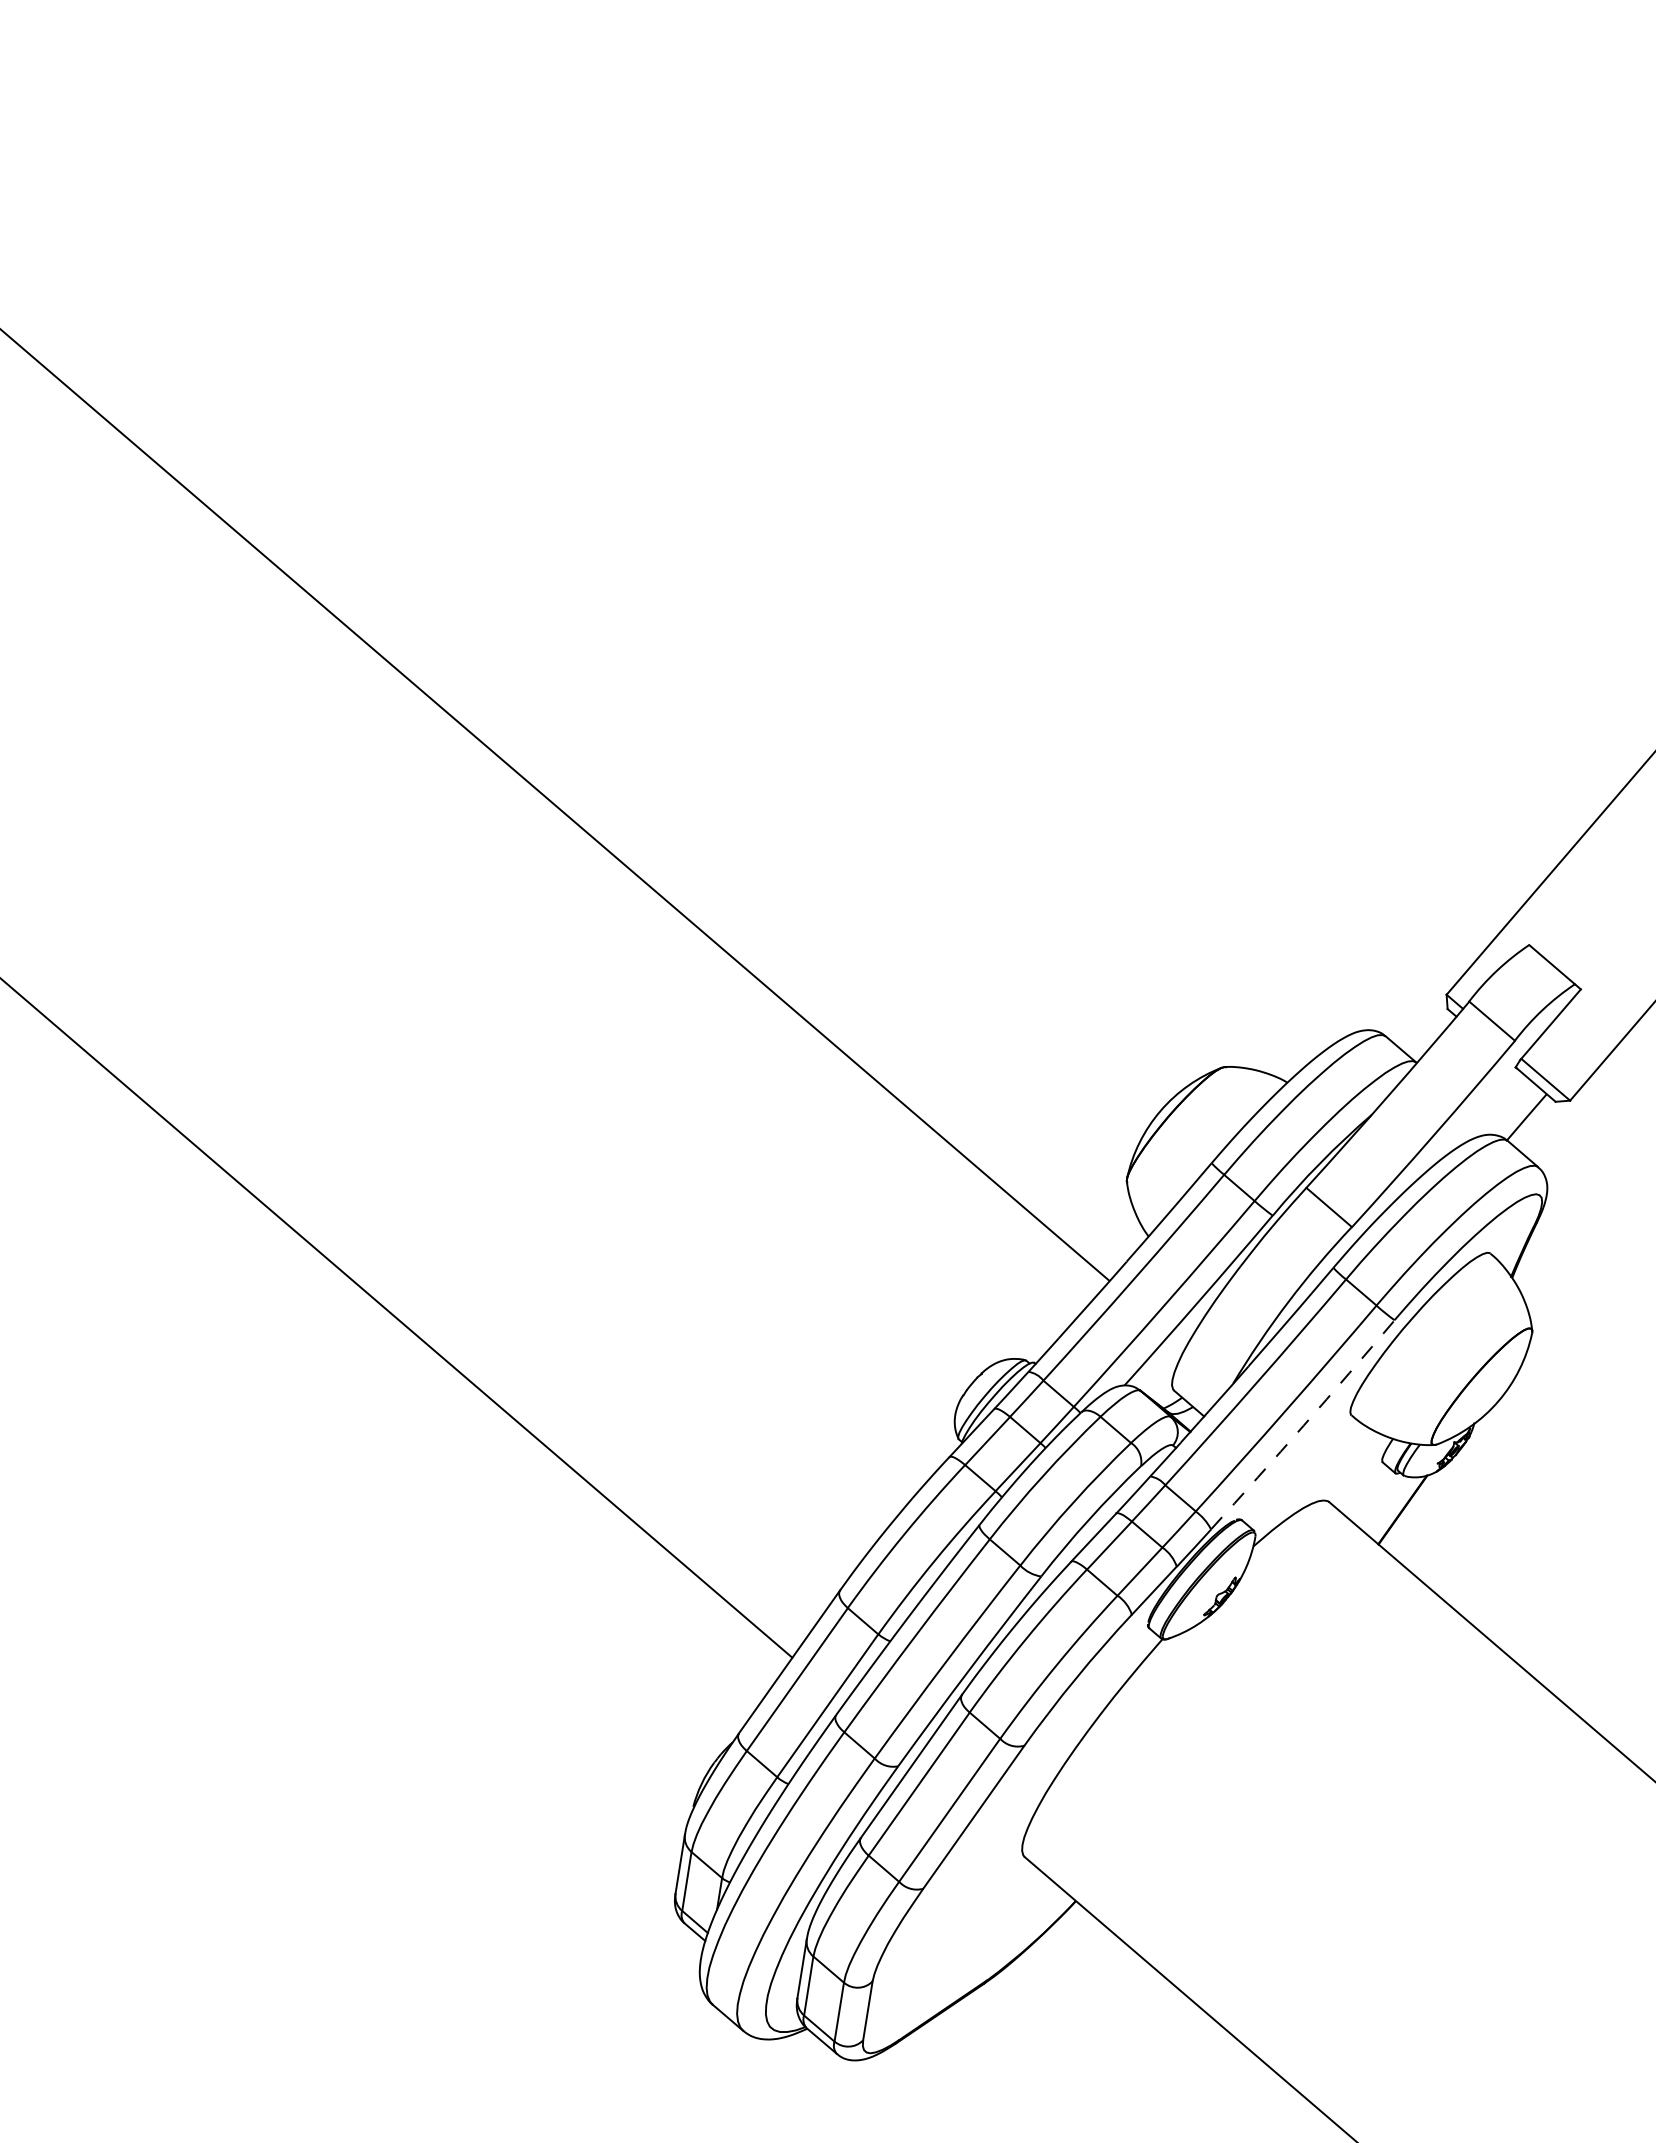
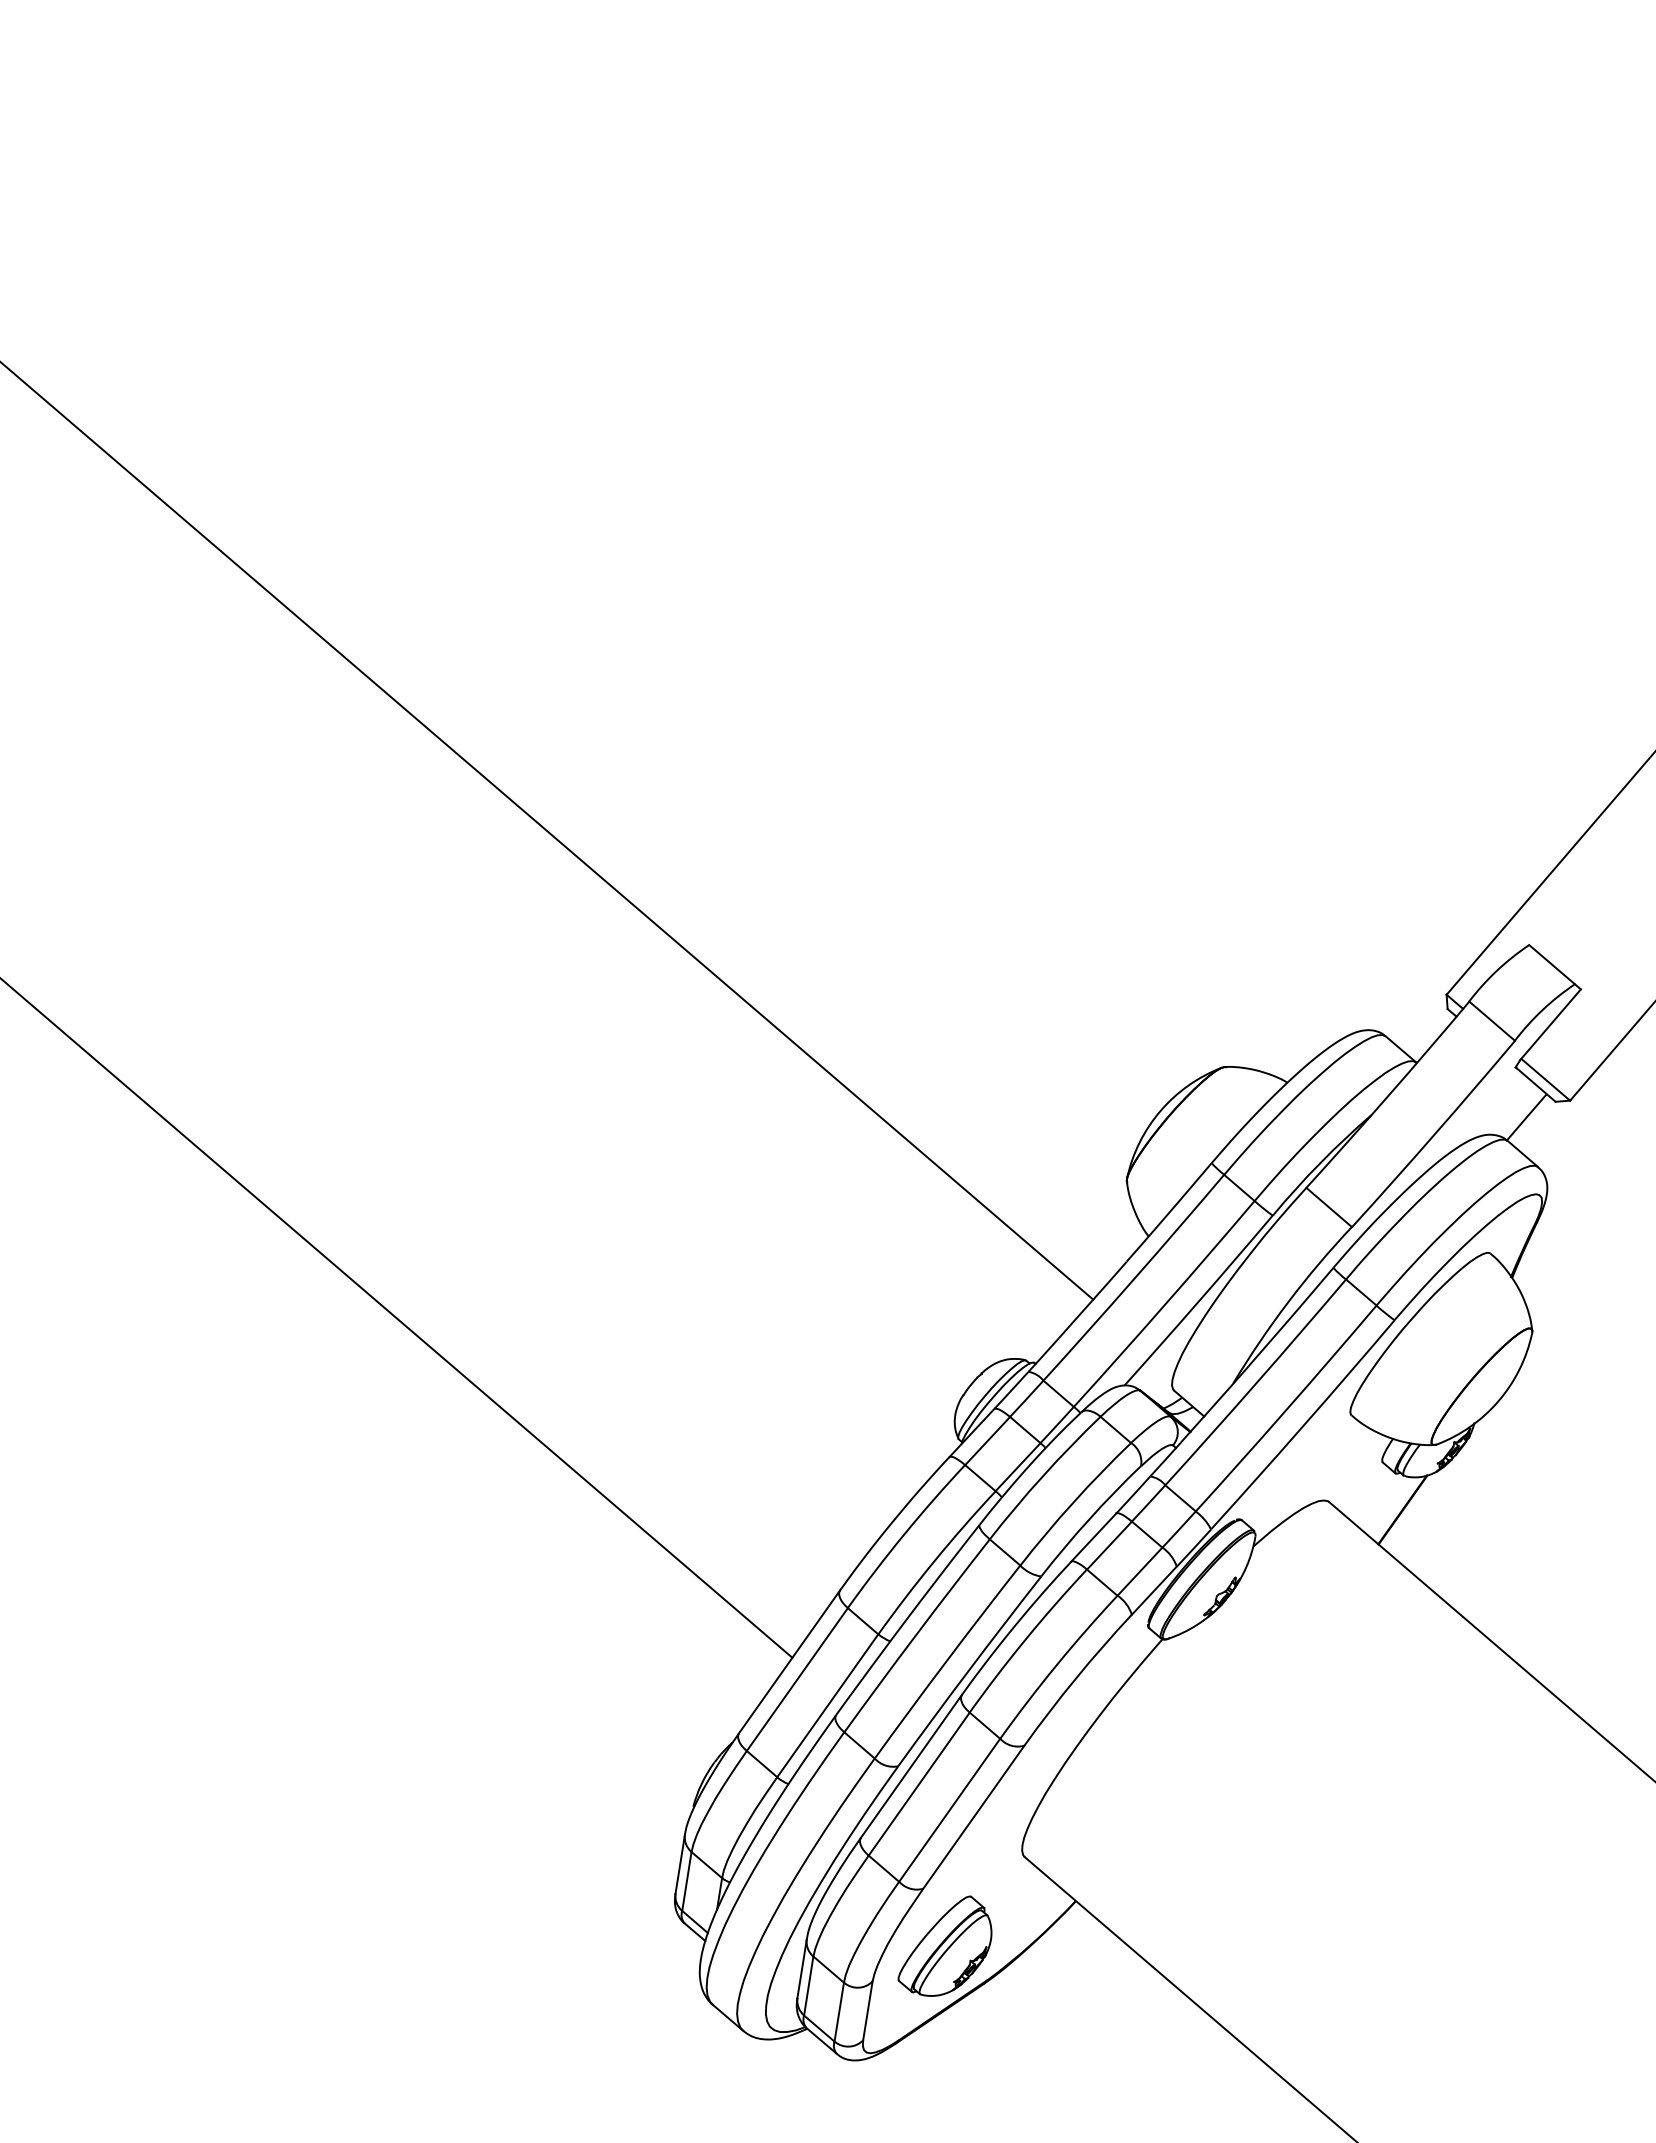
line at (555, 805) position: (555, 805) -> (547, 831)
arc at (1303, 1425): dashed -> solid
part at (944, 1945): none -> present
